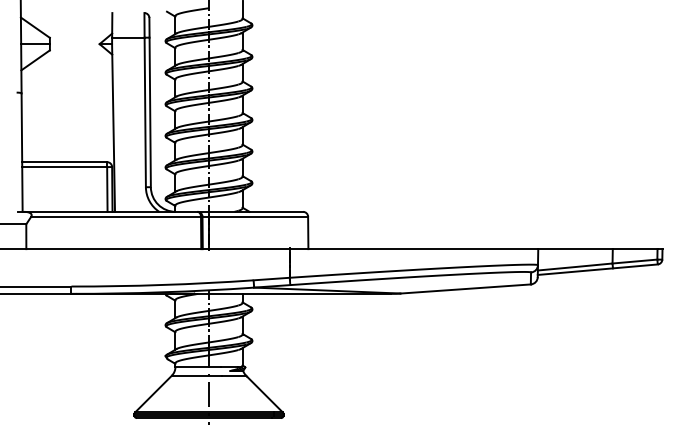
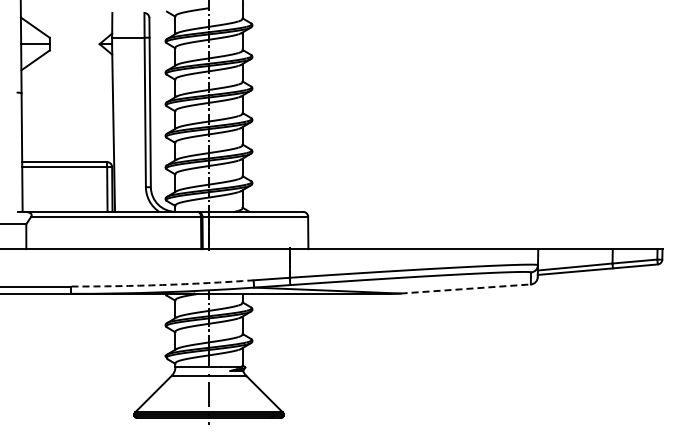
arc at (162, 285): solid -> dashed
line at (466, 288): solid -> dashed
